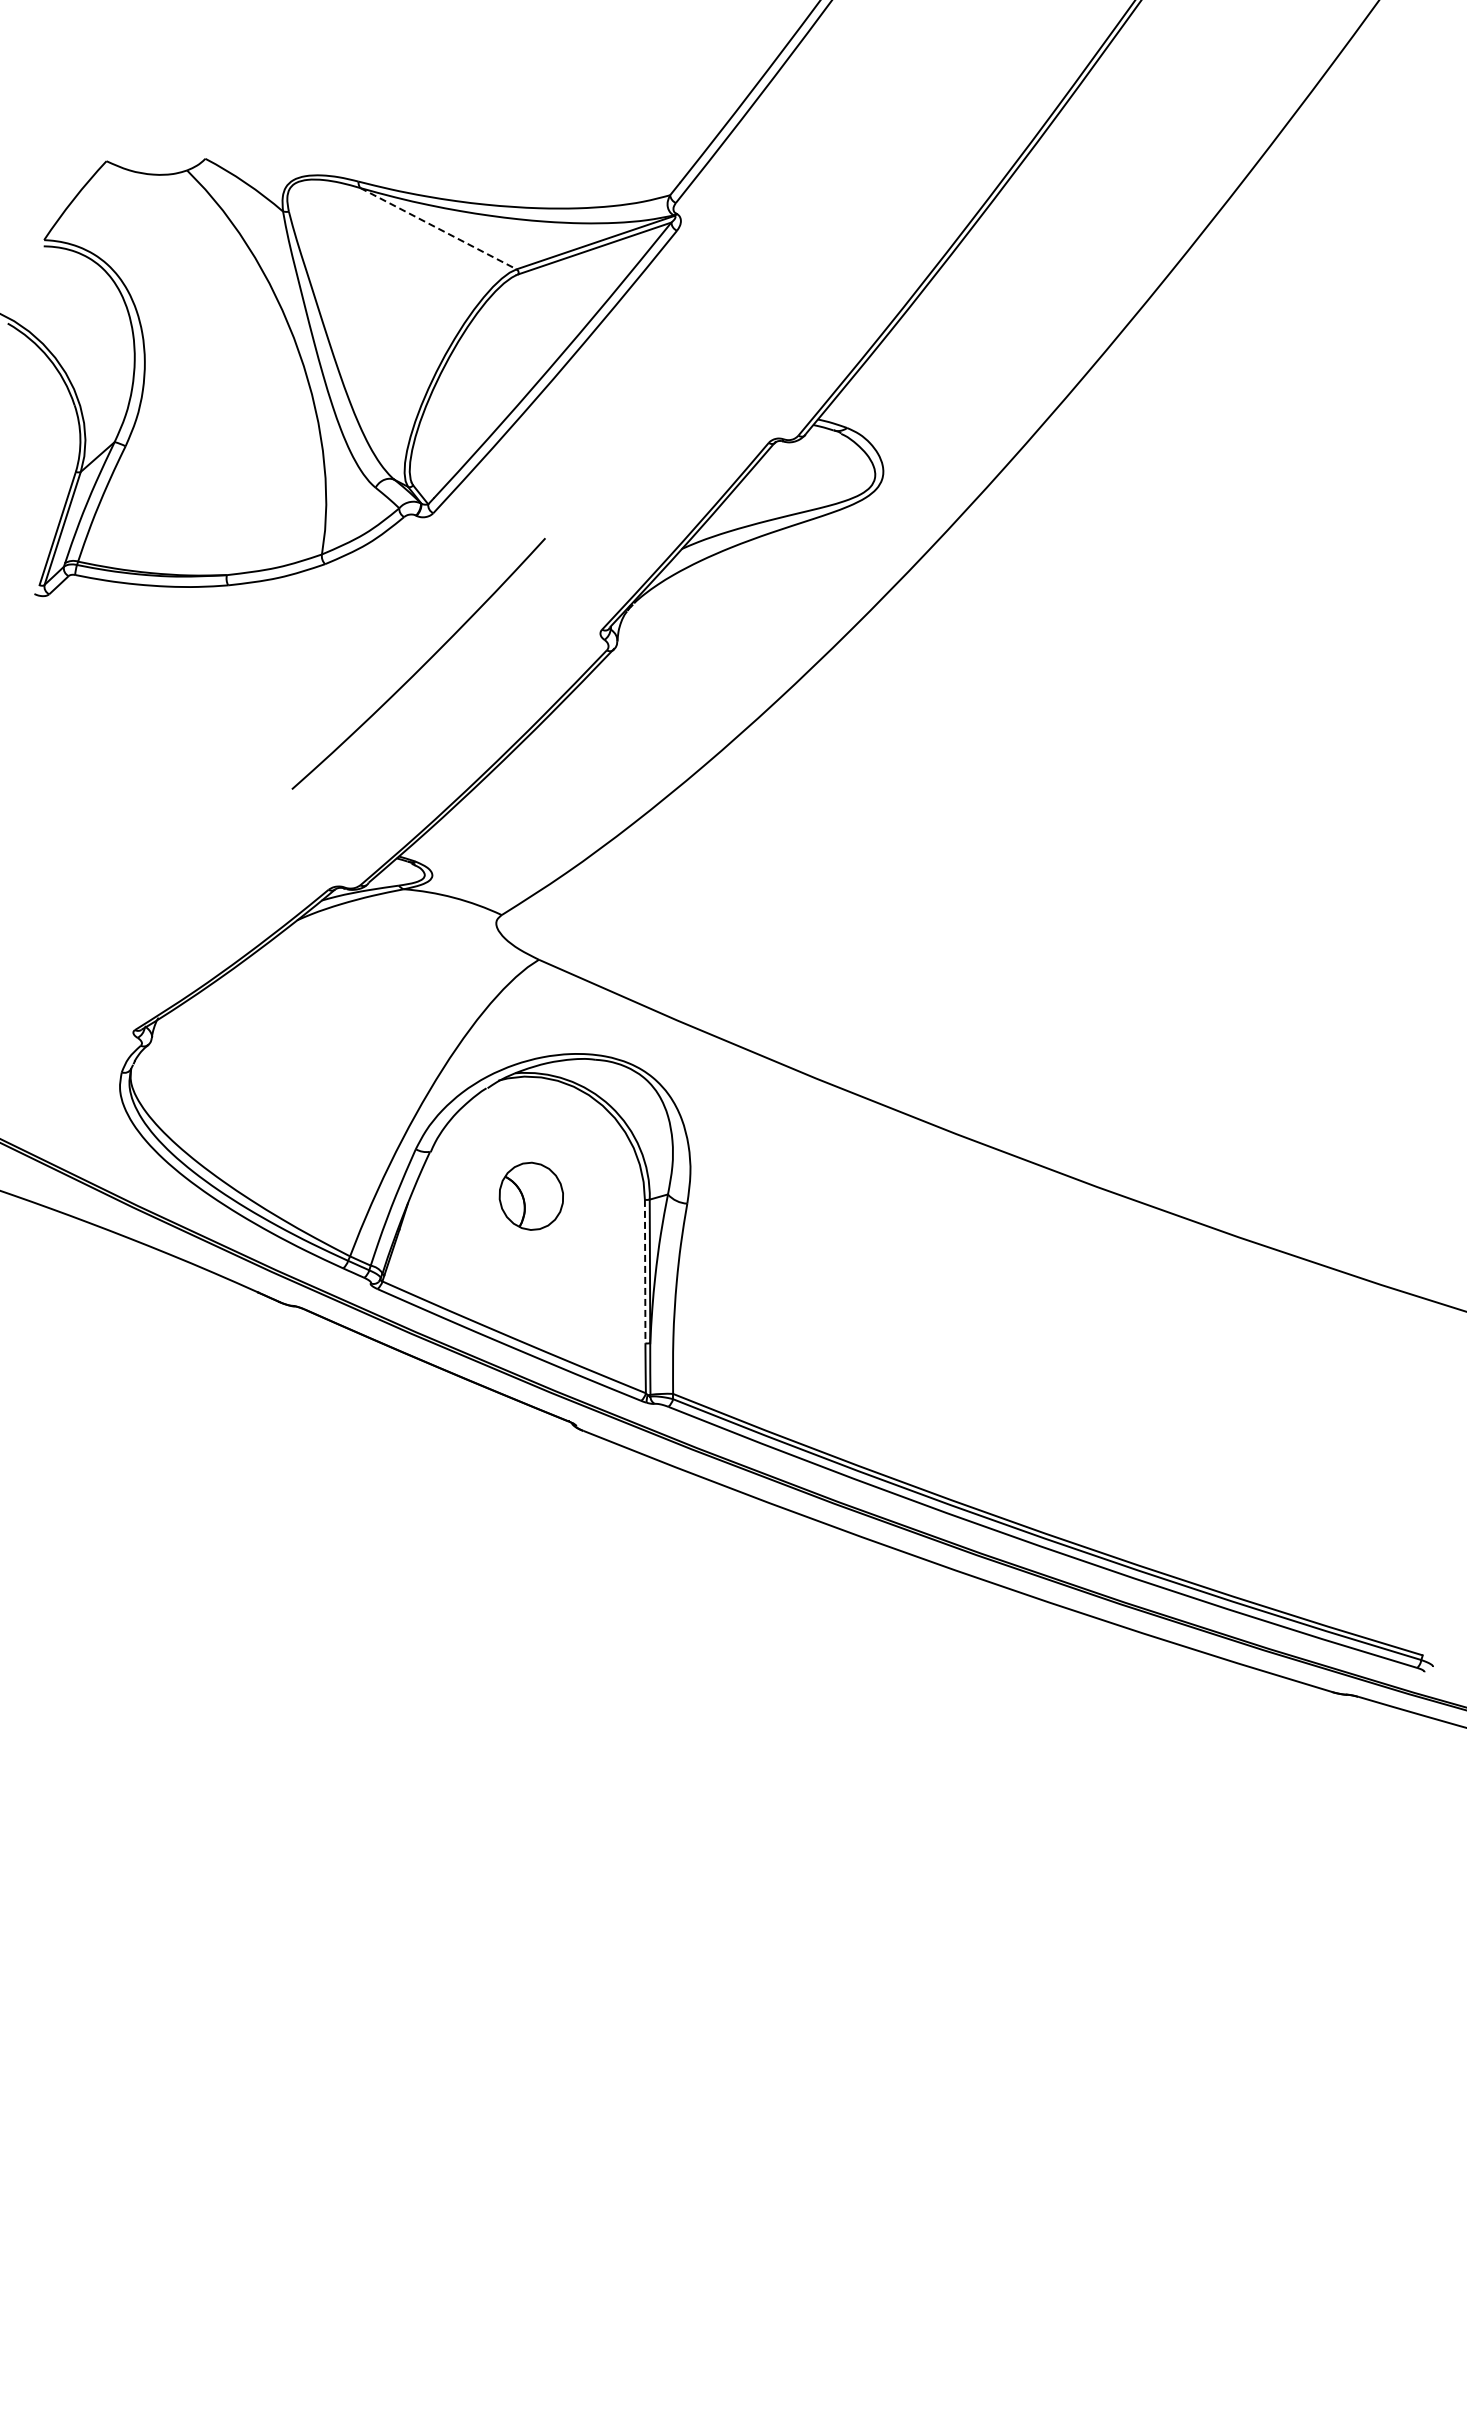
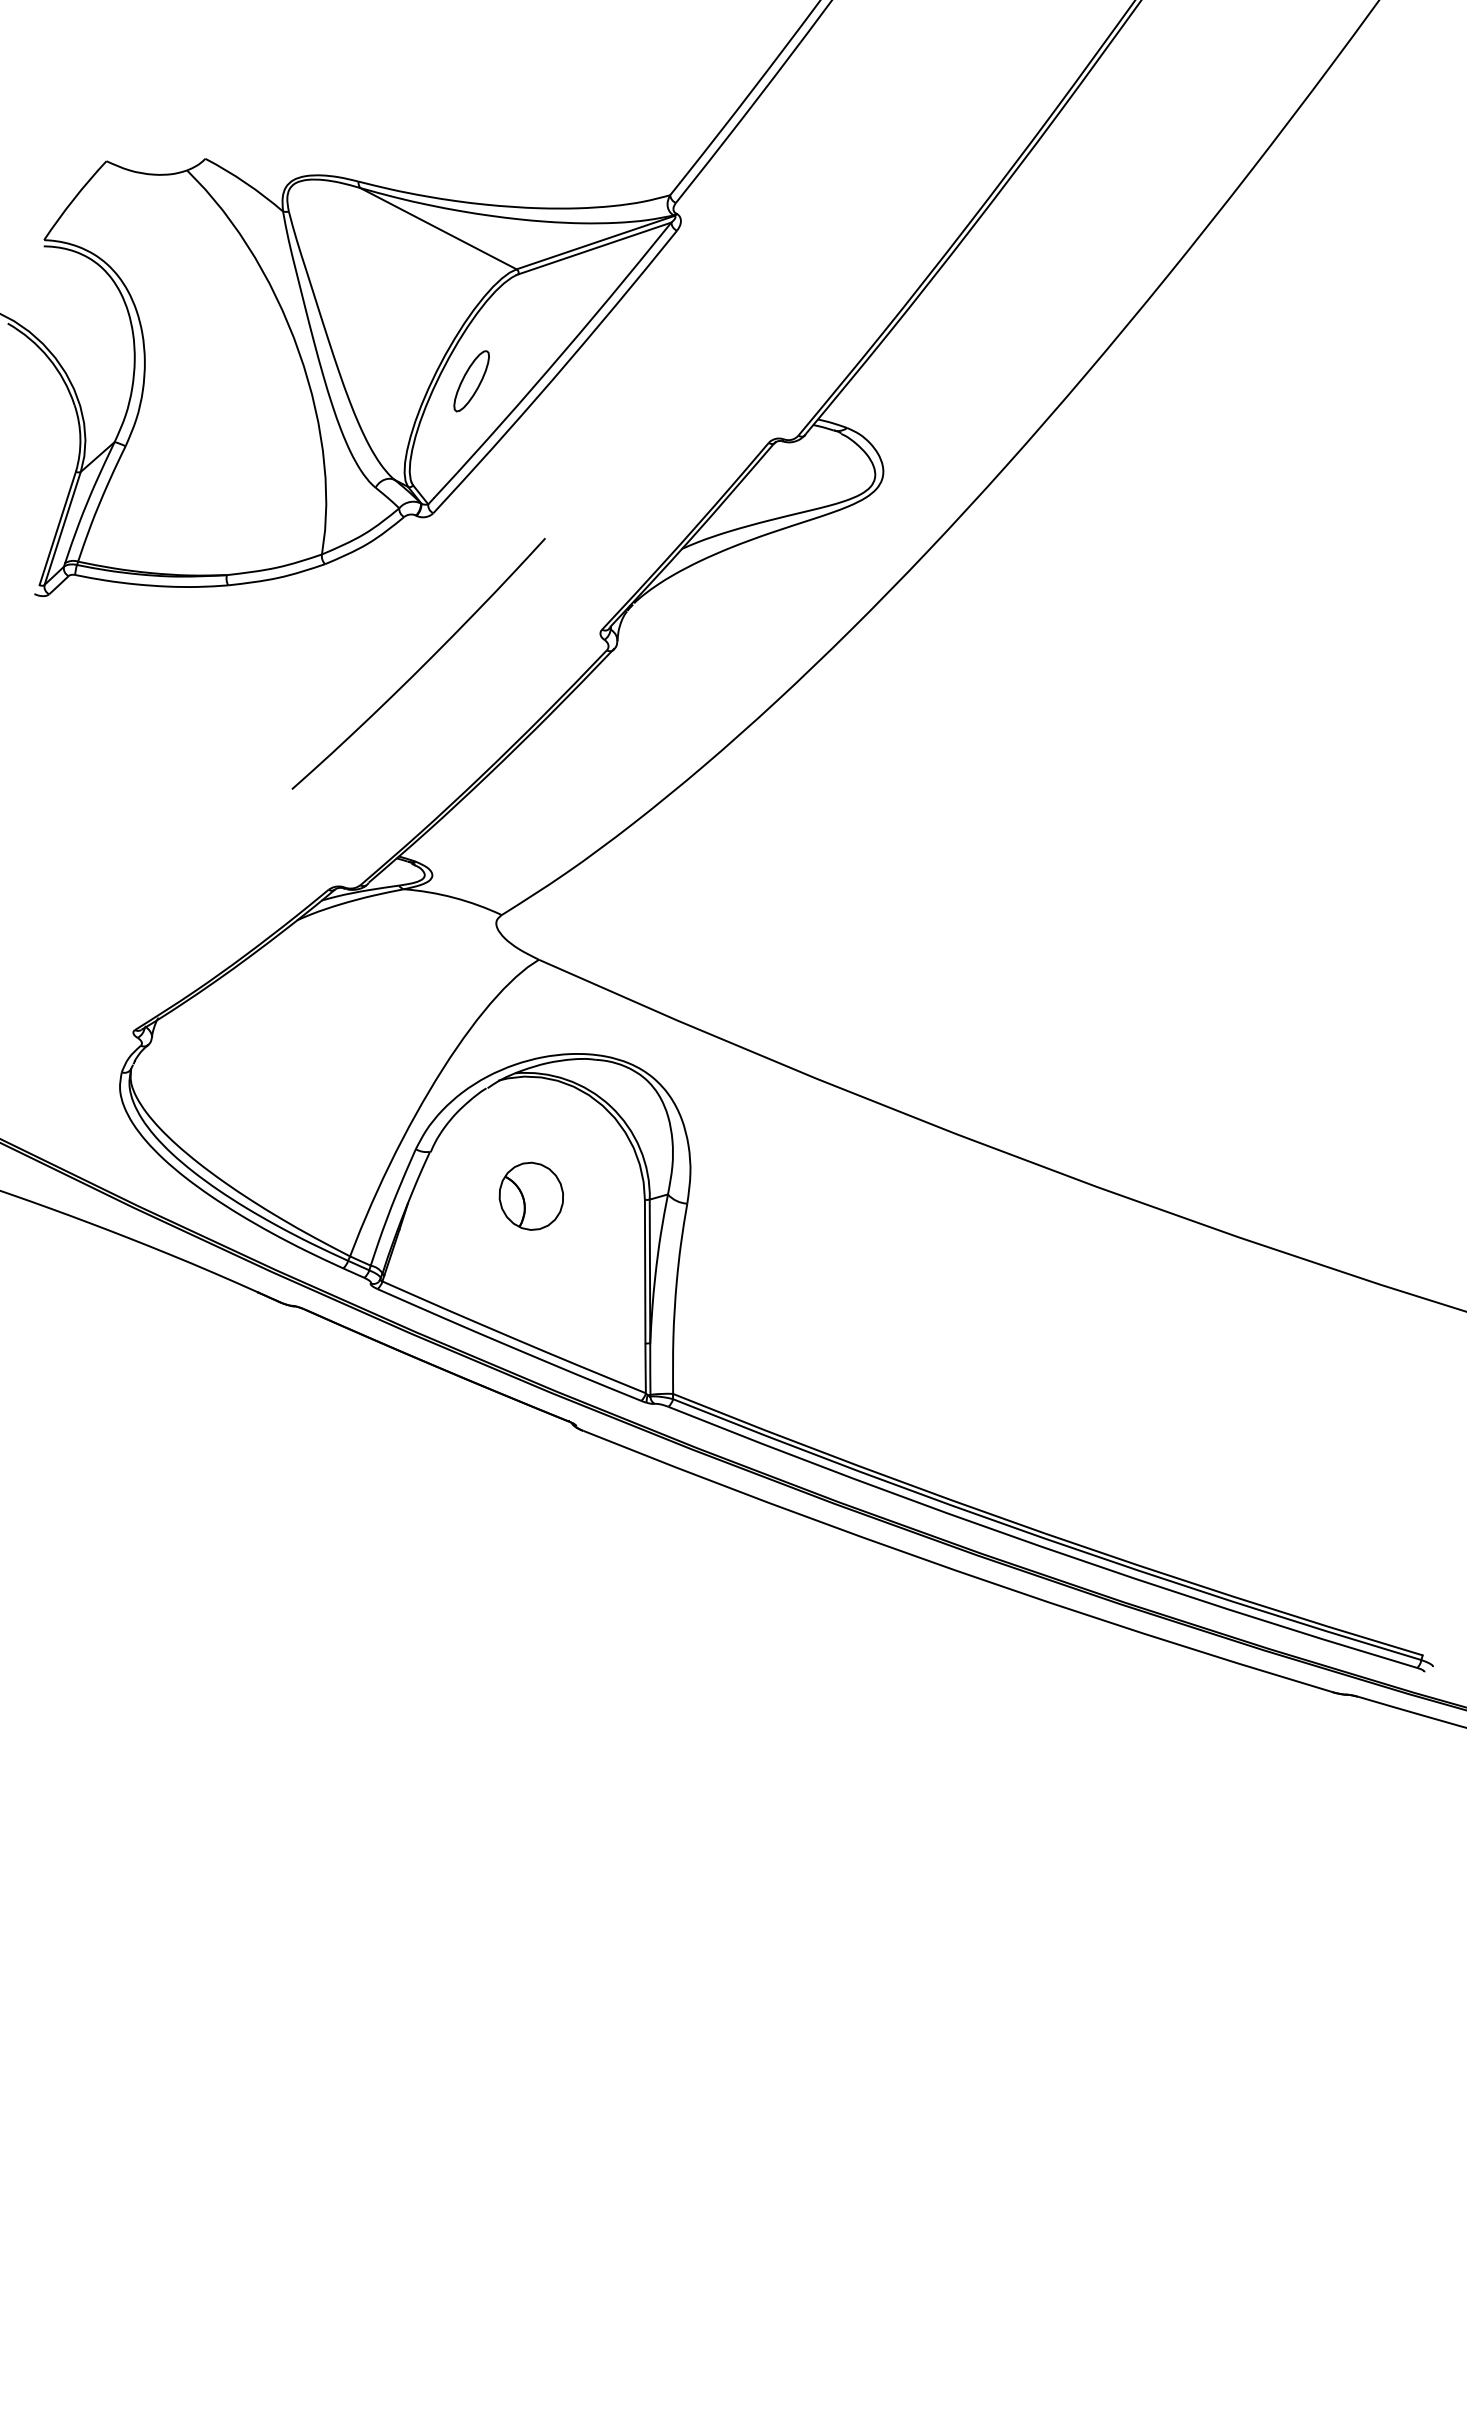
line at (438, 228): dashed -> solid
part at (471, 381): none -> present
line at (645, 1271): dashed -> solid
